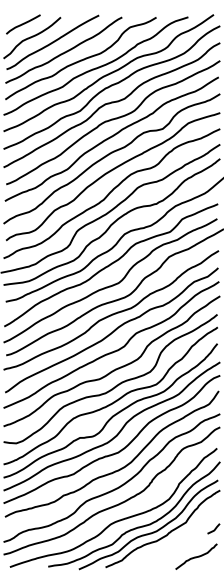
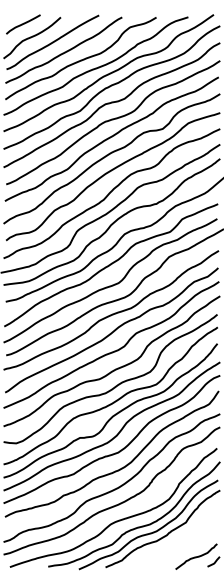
line at (214, 528) position: (214, 528) -> (214, 561)
